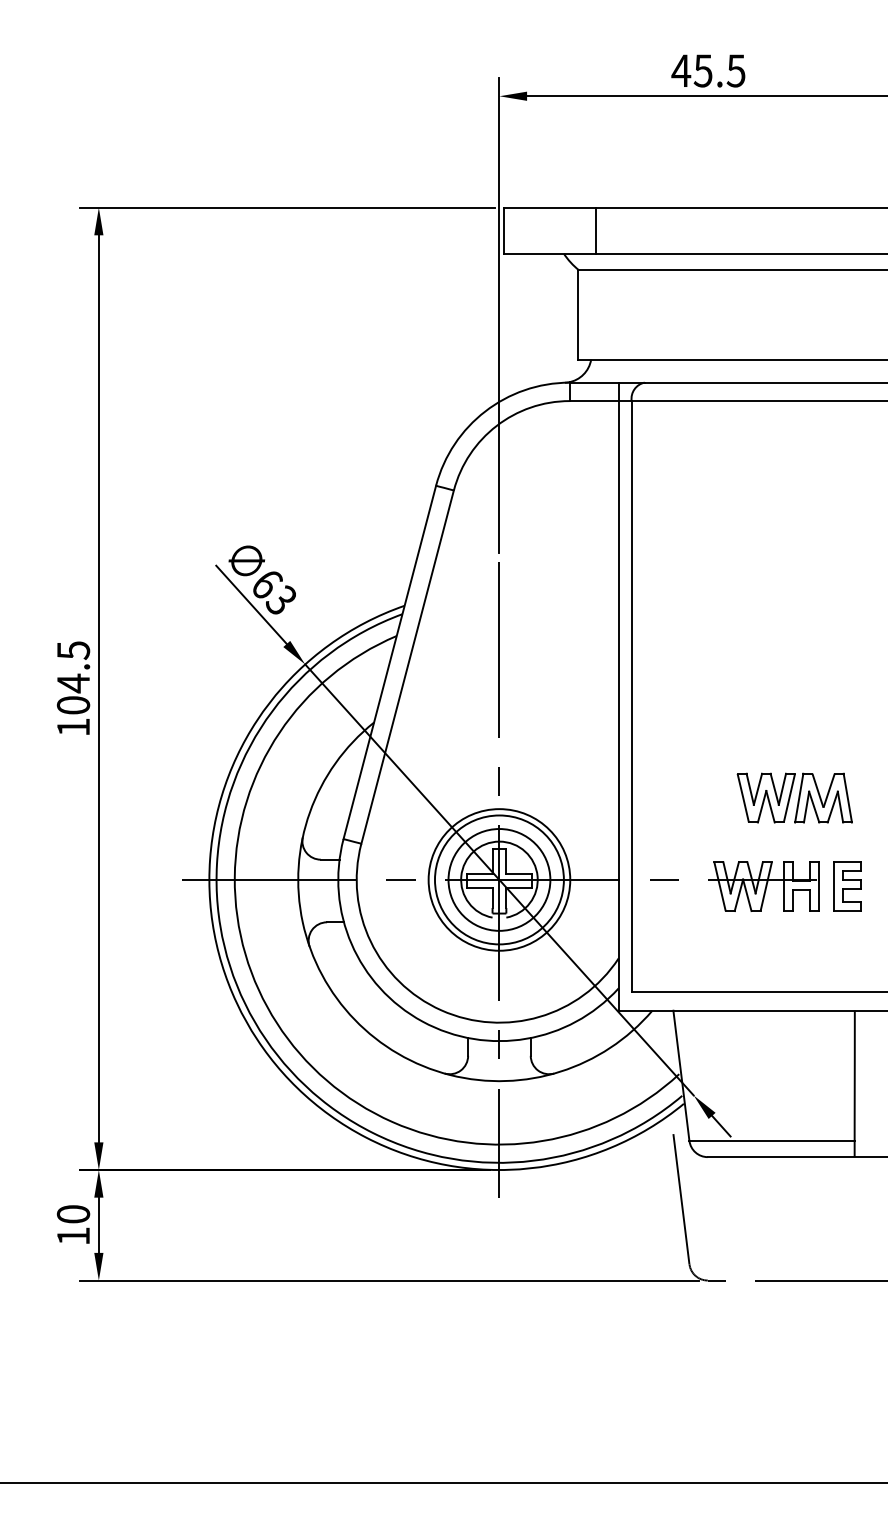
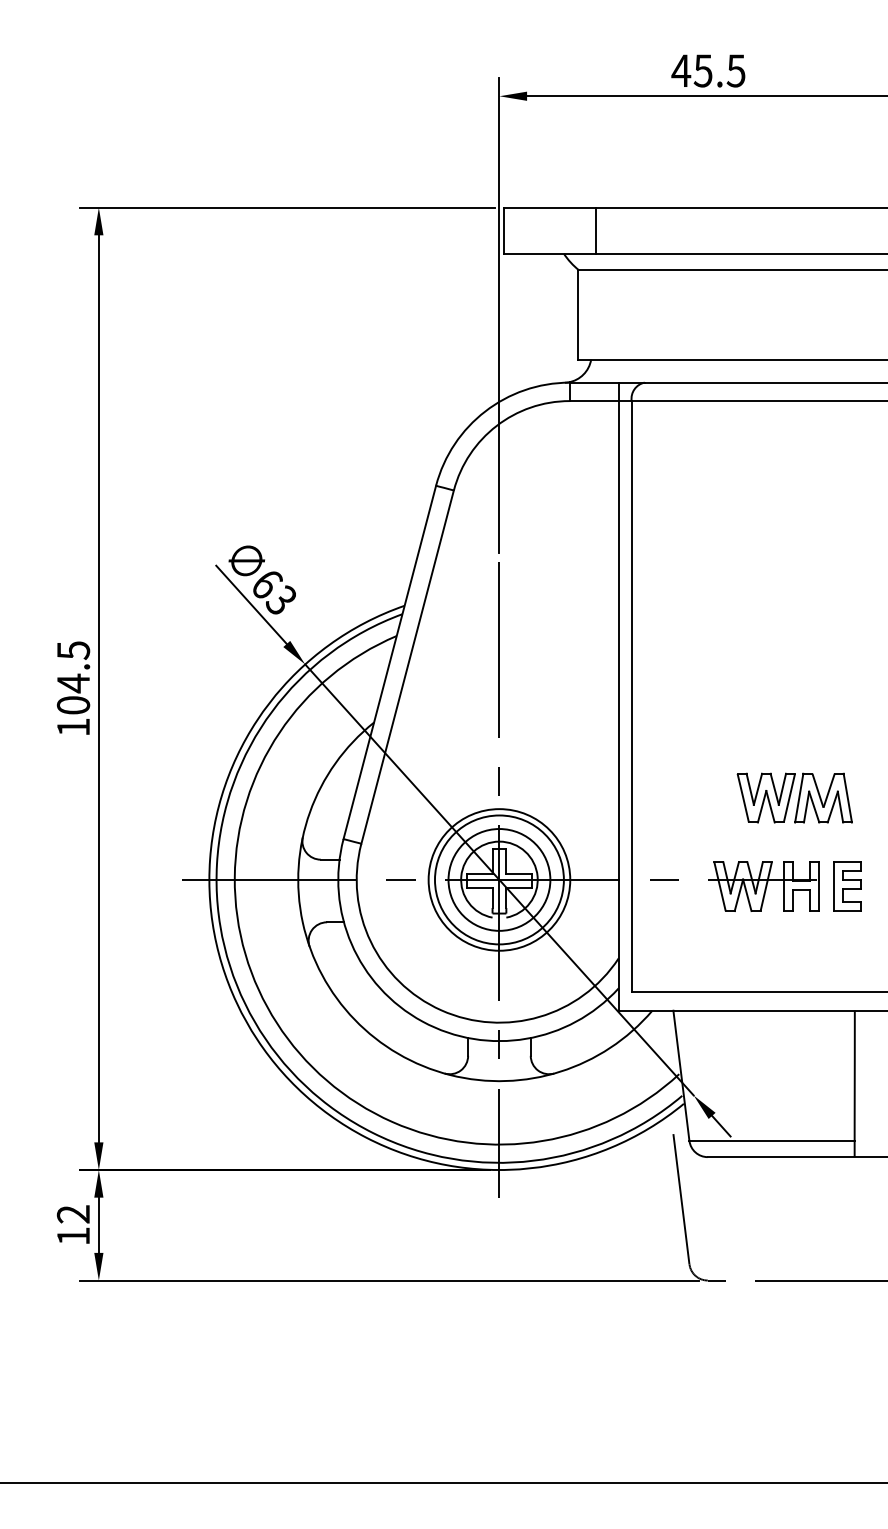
text at (73, 1214): 10 -> 12
